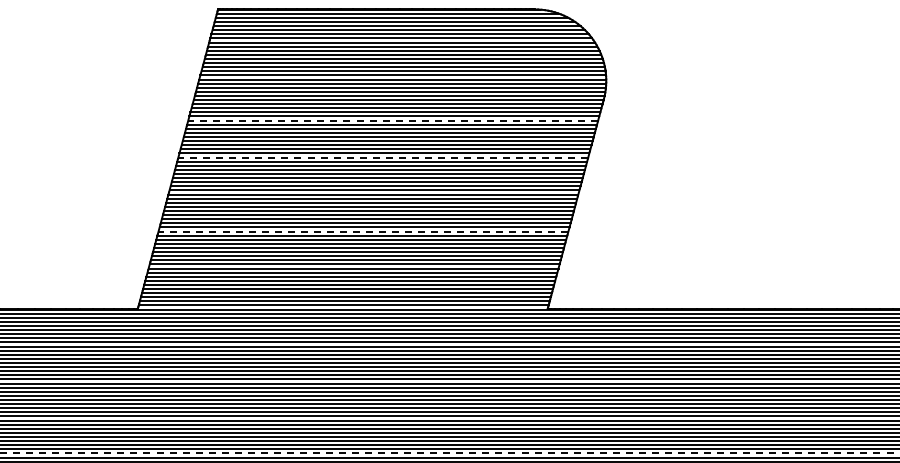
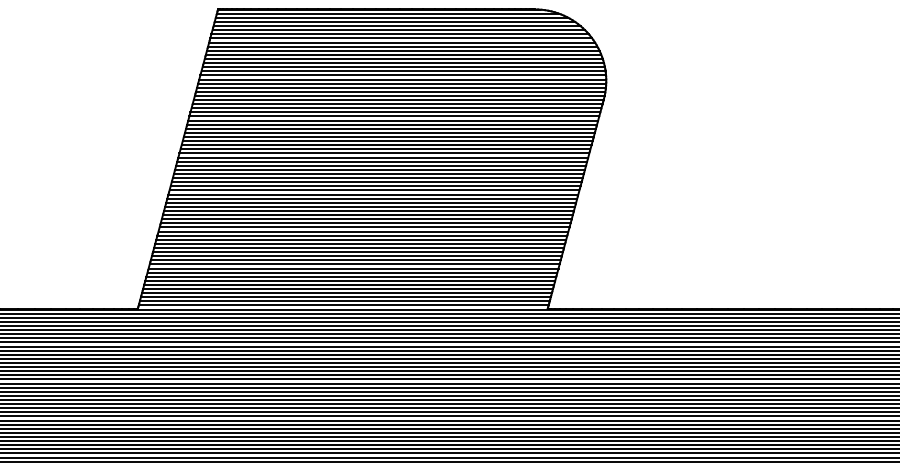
line at (393, 120): dashed -> solid
line at (383, 157): dashed -> solid
line at (363, 231): dashed -> solid
line at (450, 453): dashed -> solid
